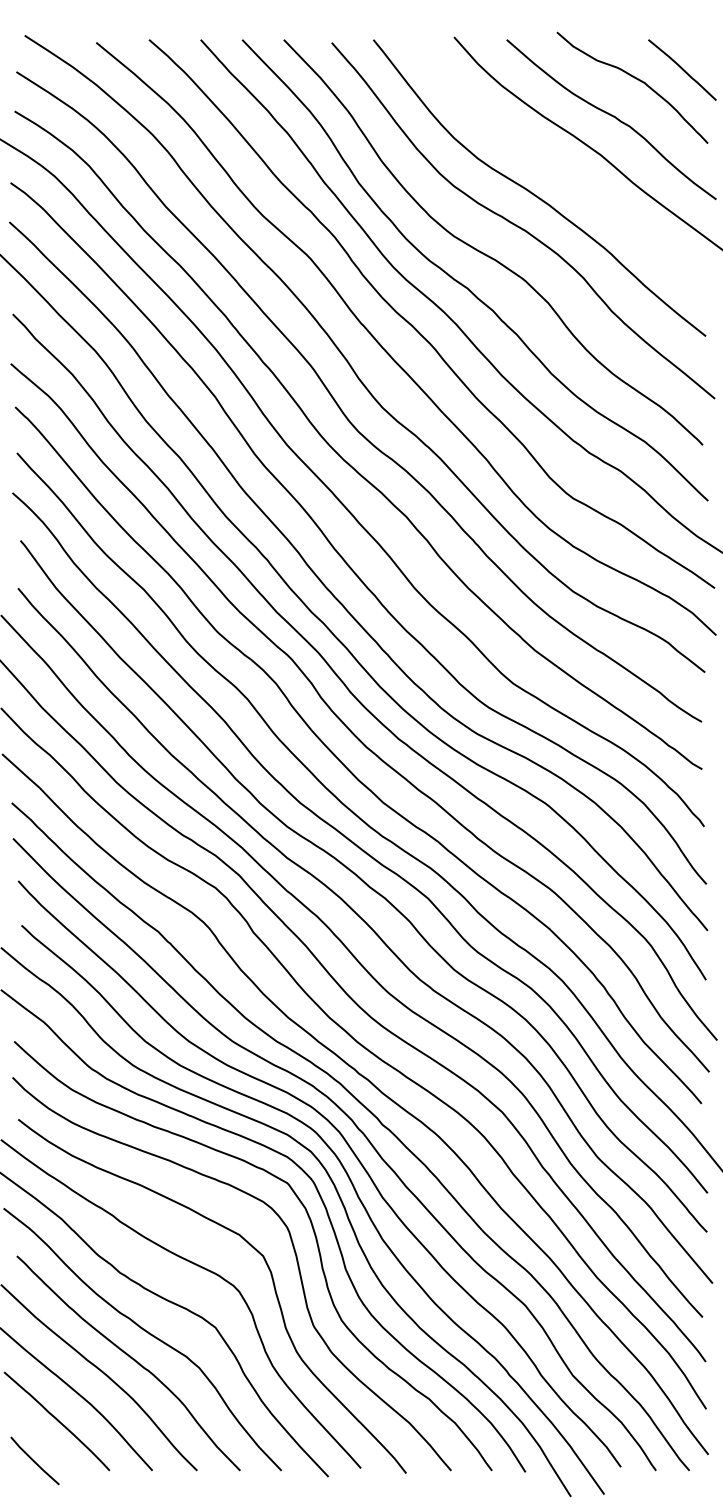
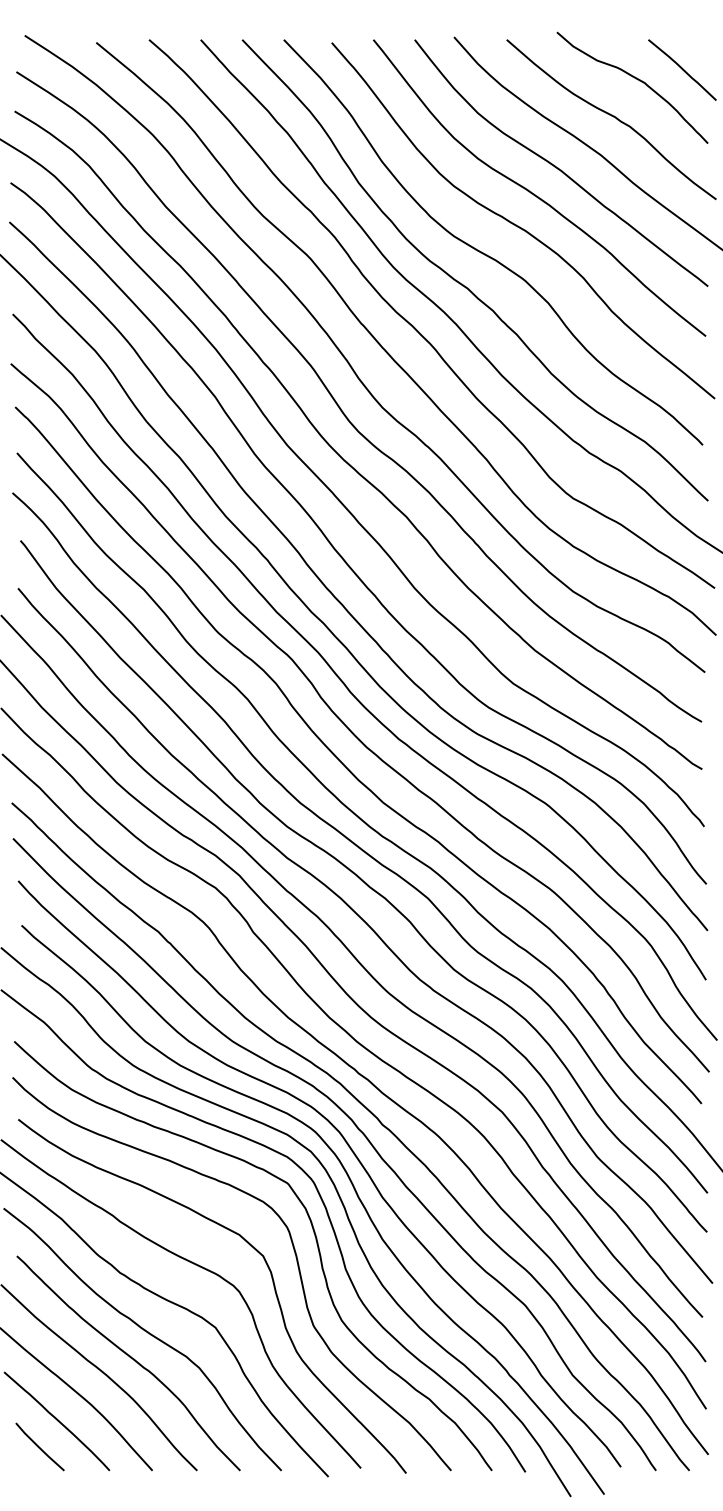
curve at (558, 167): none -> present
line at (34, 1460) position: (34, 1460) -> (39, 1446)
